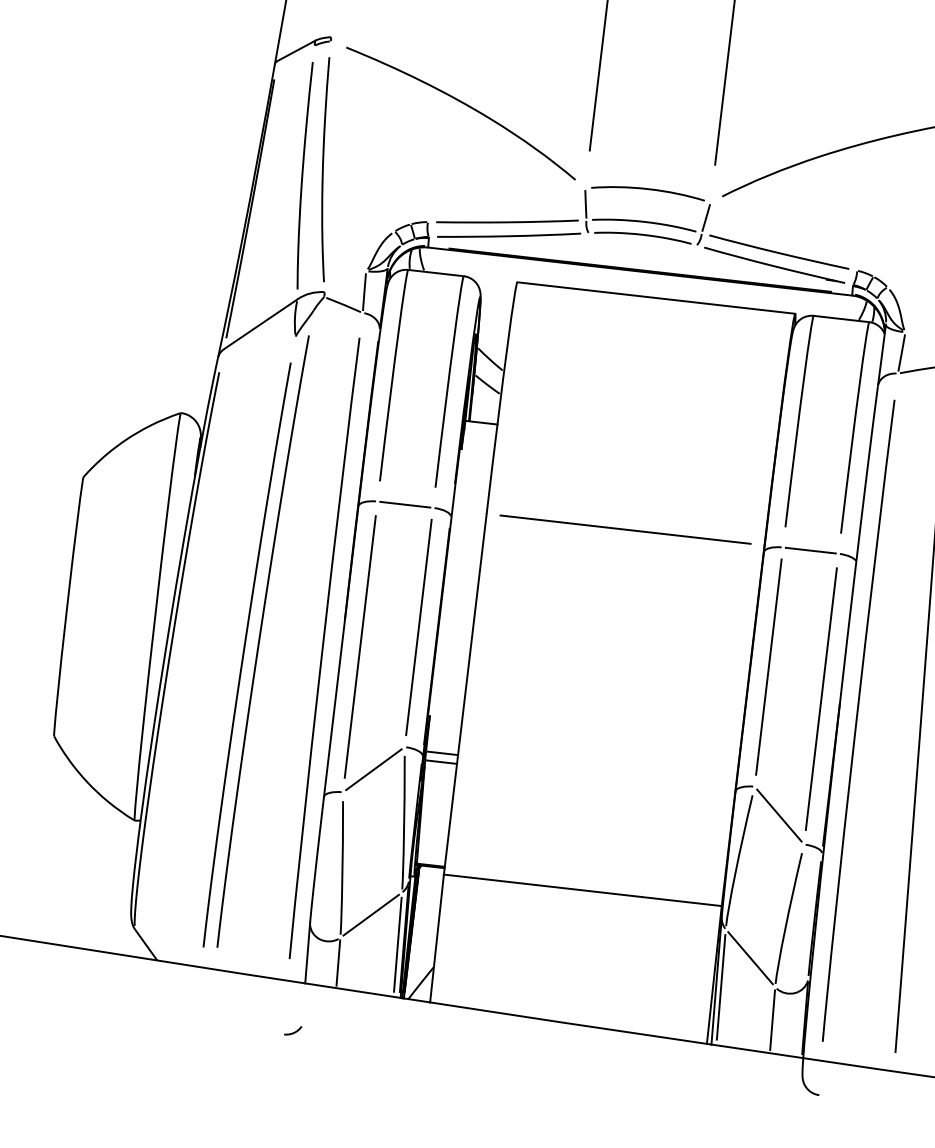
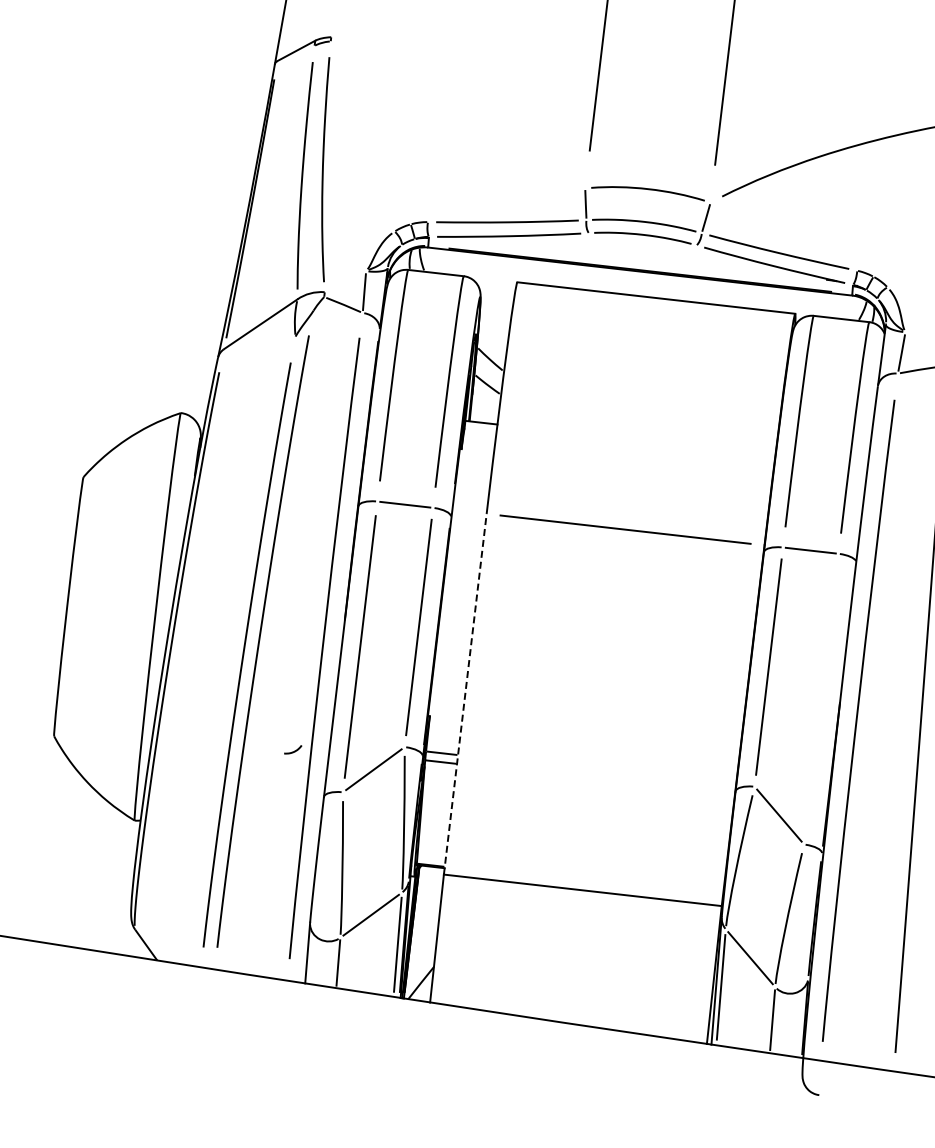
curve at (465, 105): present -> none
line at (465, 694): solid -> dashed
line at (820, 699): present -> none
curve at (294, 1031) position: (294, 1031) -> (294, 750)
